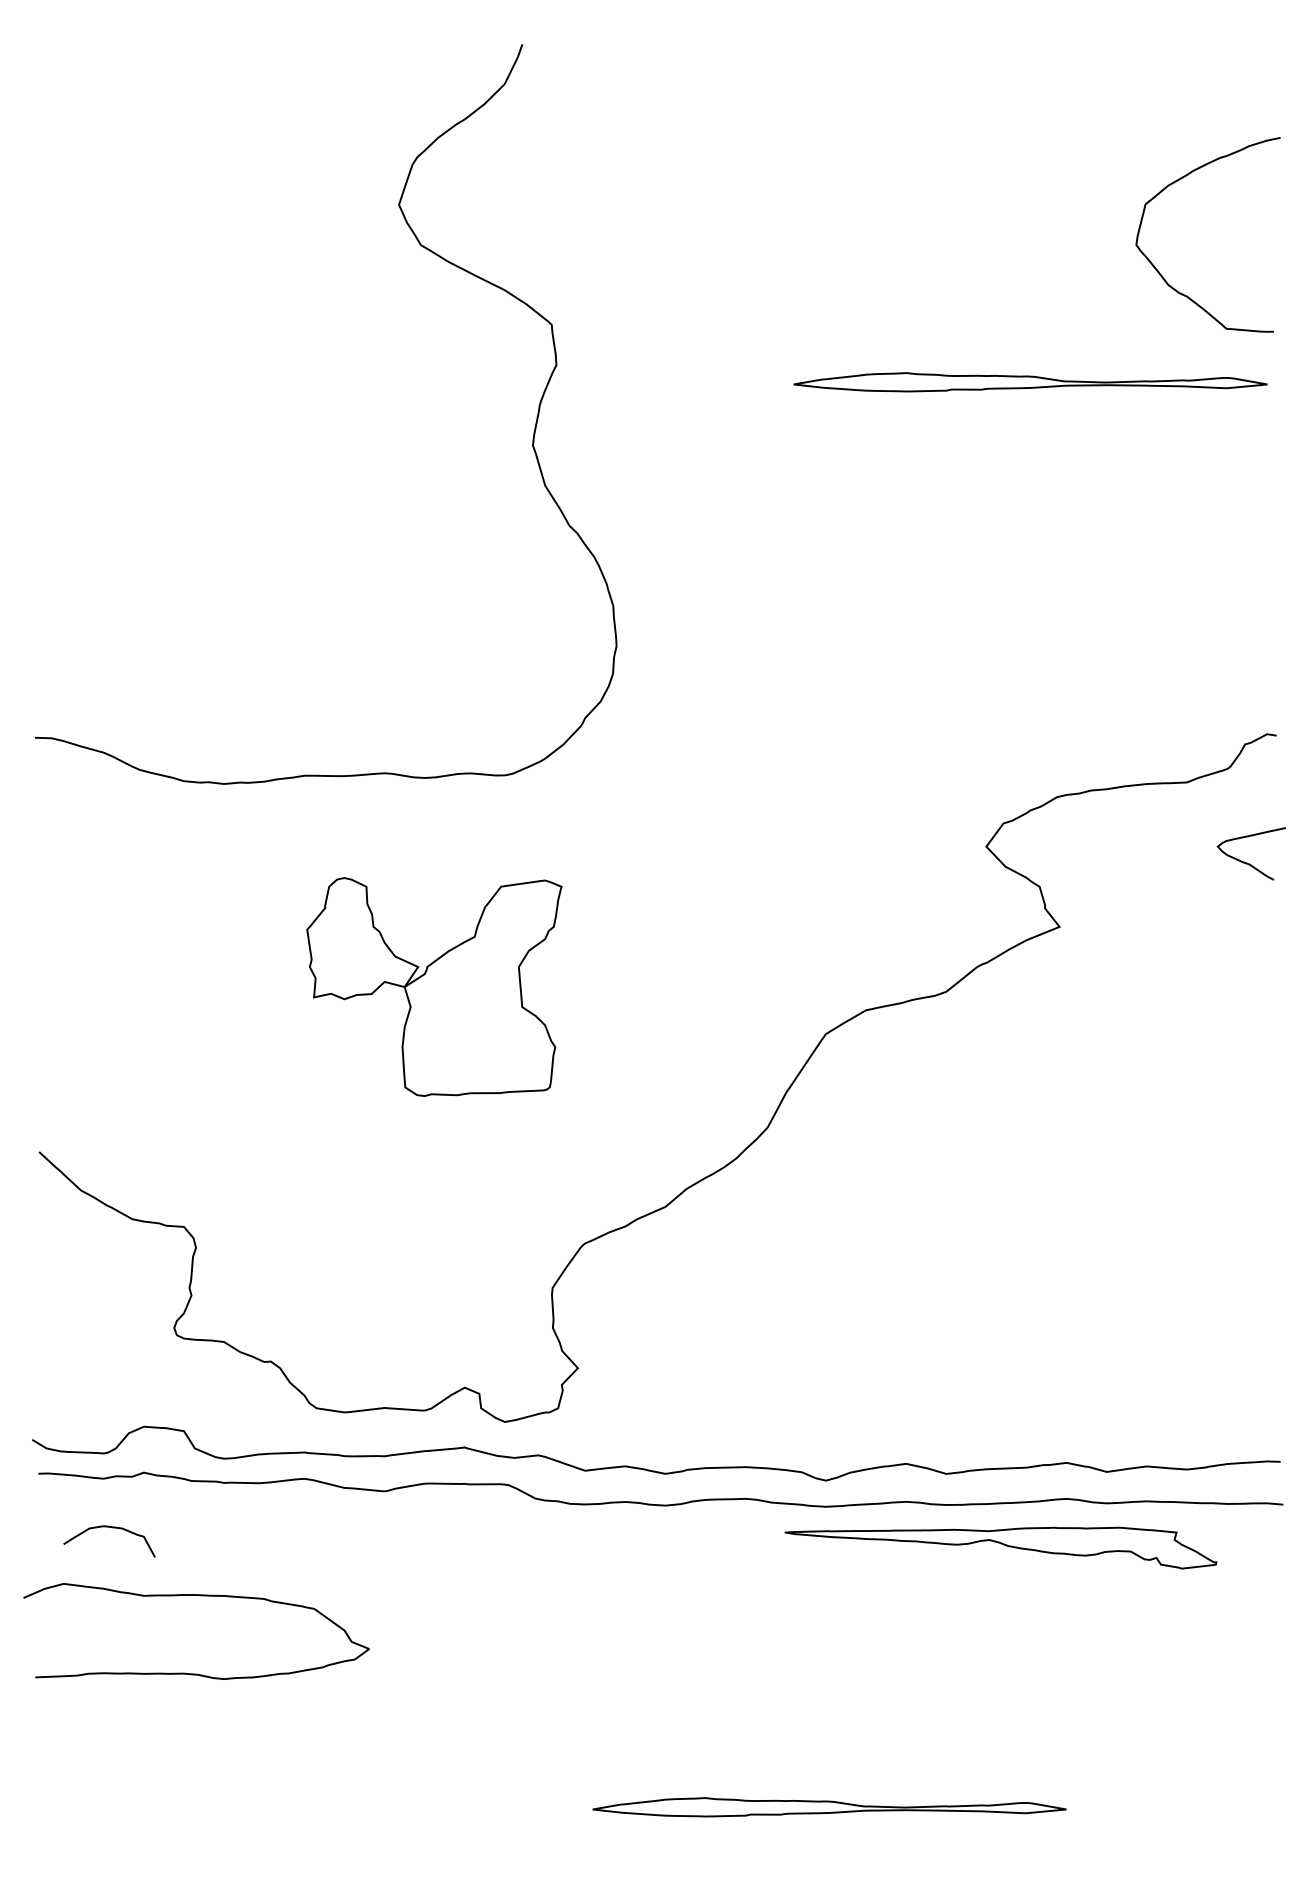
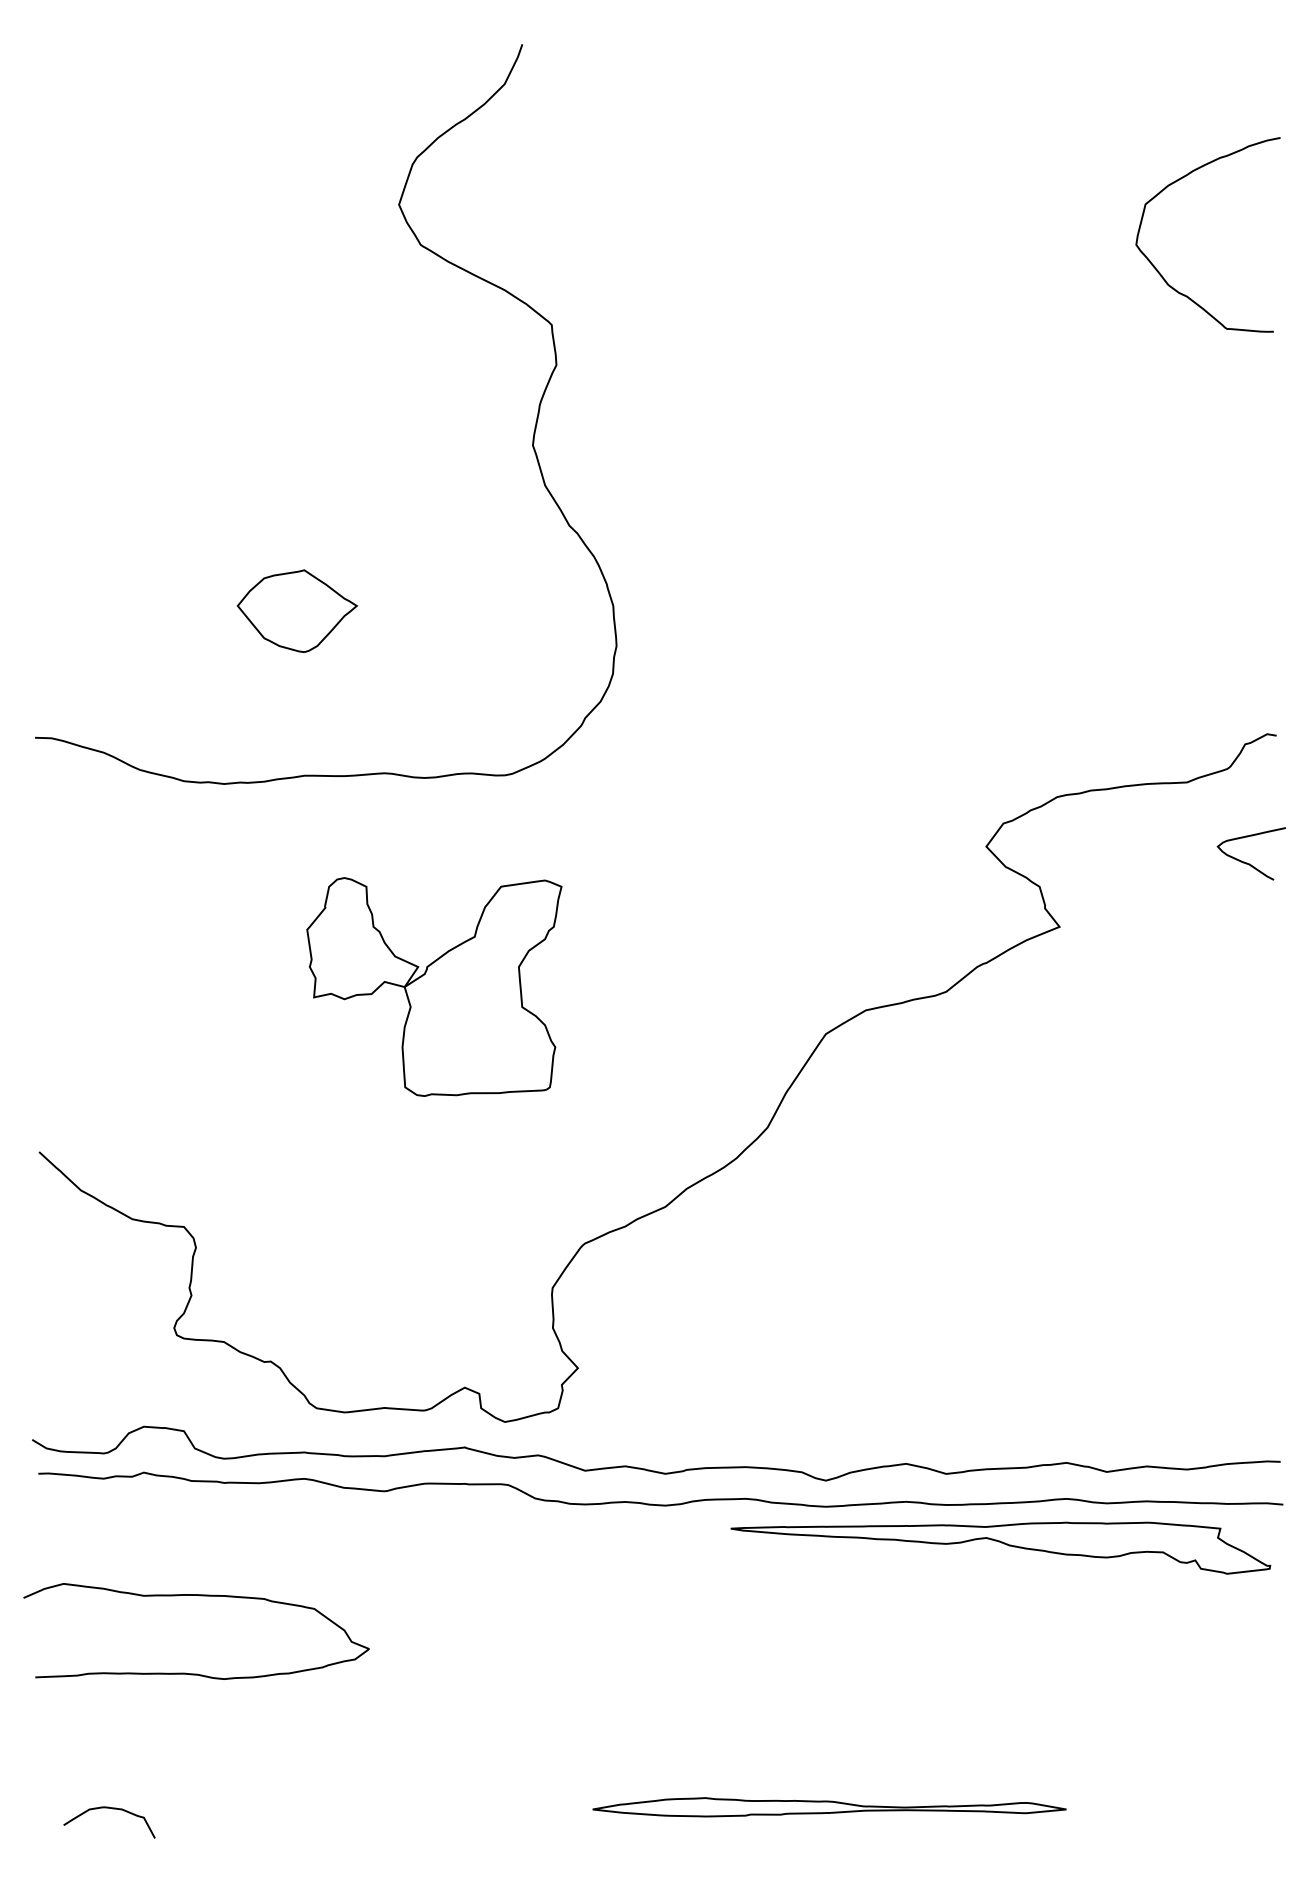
part at (1030, 382): present -> none
part at (297, 610): none -> present
curve at (112, 1528) position: (112, 1528) -> (112, 1809)
part at (1000, 1547) size: 434x44 px -> 542x54 px
